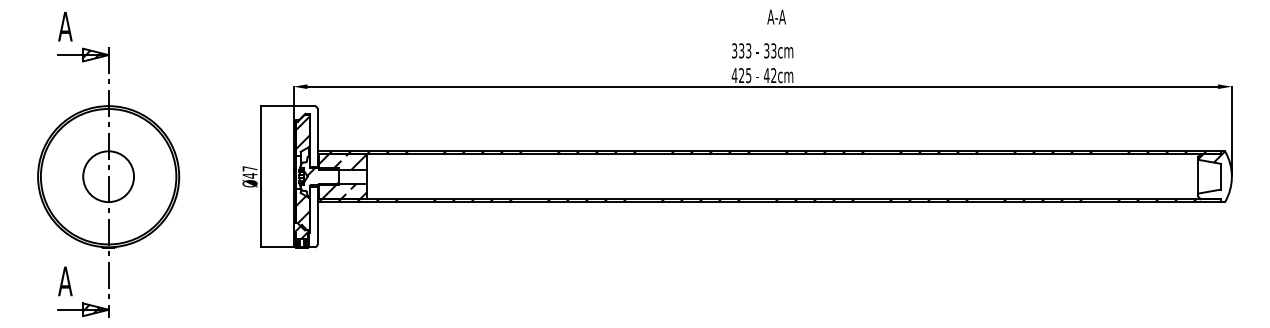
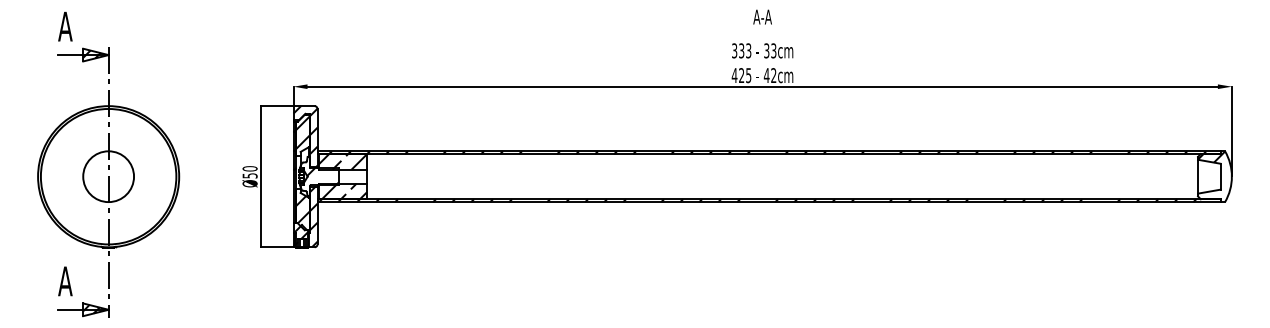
text at (776, 16) position: (776, 16) -> (762, 16)
hatch at (305, 136): none -> present
text at (249, 172): Ø47 -> Ø50
hatch at (313, 216): none -> present
